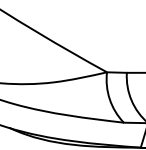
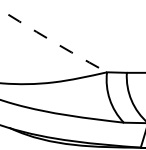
arc at (52, 41): solid -> dashed
